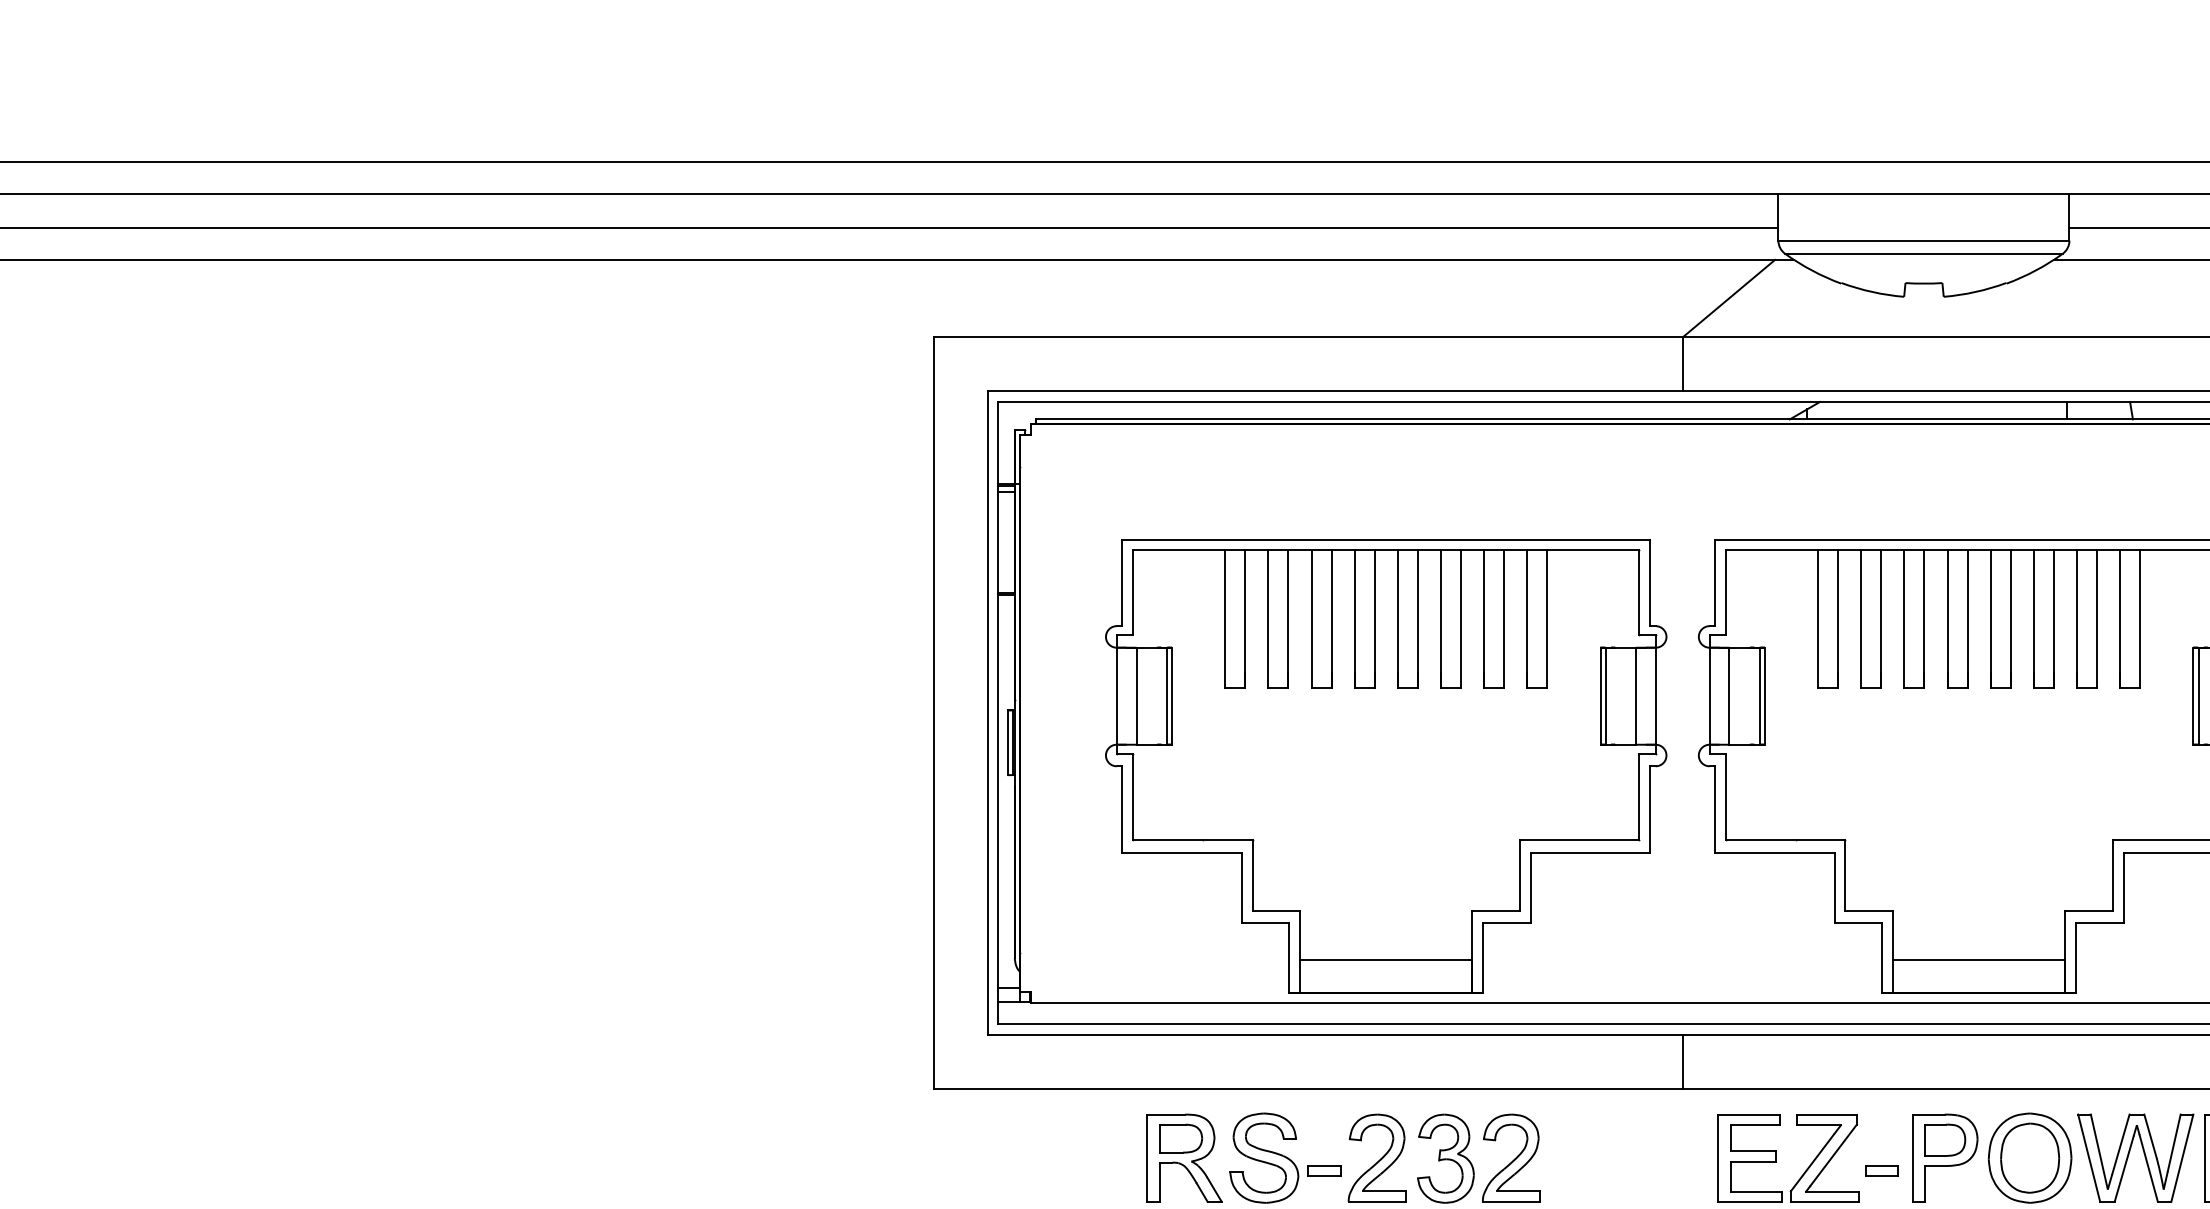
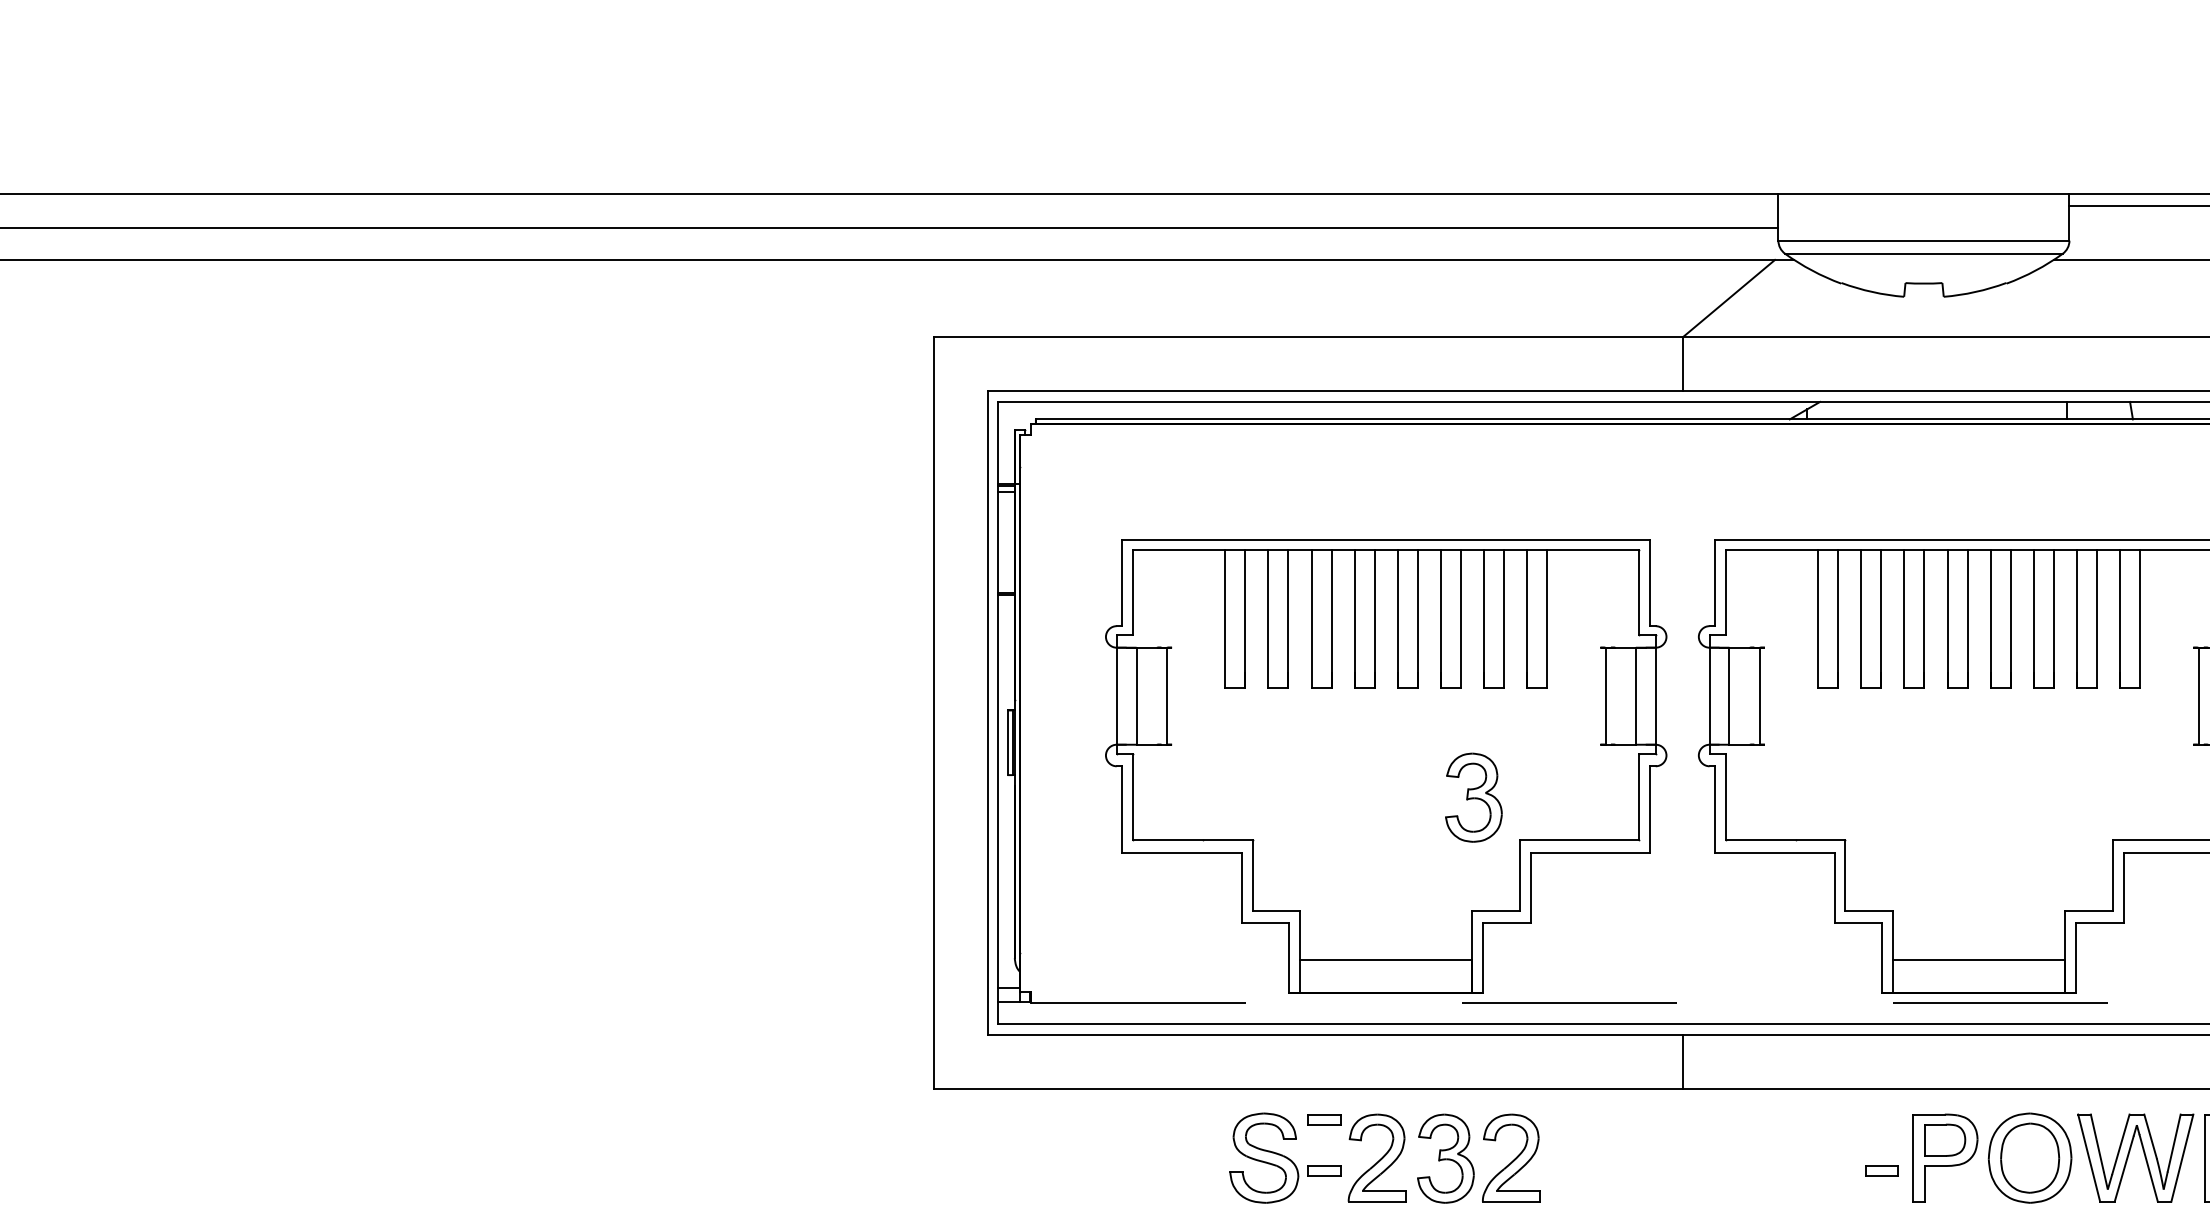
line at (1104, 162): present -> none
line at (2137, 227) position: (2137, 227) -> (2137, 205)
line at (1171, 695): present -> none
line at (1600, 695): present -> none
line at (1764, 695): present -> none
line at (2193, 695): present -> none
part at (1473, 797): none -> present
line at (1620, 1003): solid -> dashed
part at (1324, 1119): none -> present
part at (1184, 1157): present -> none
part at (1776, 1158): present -> none
